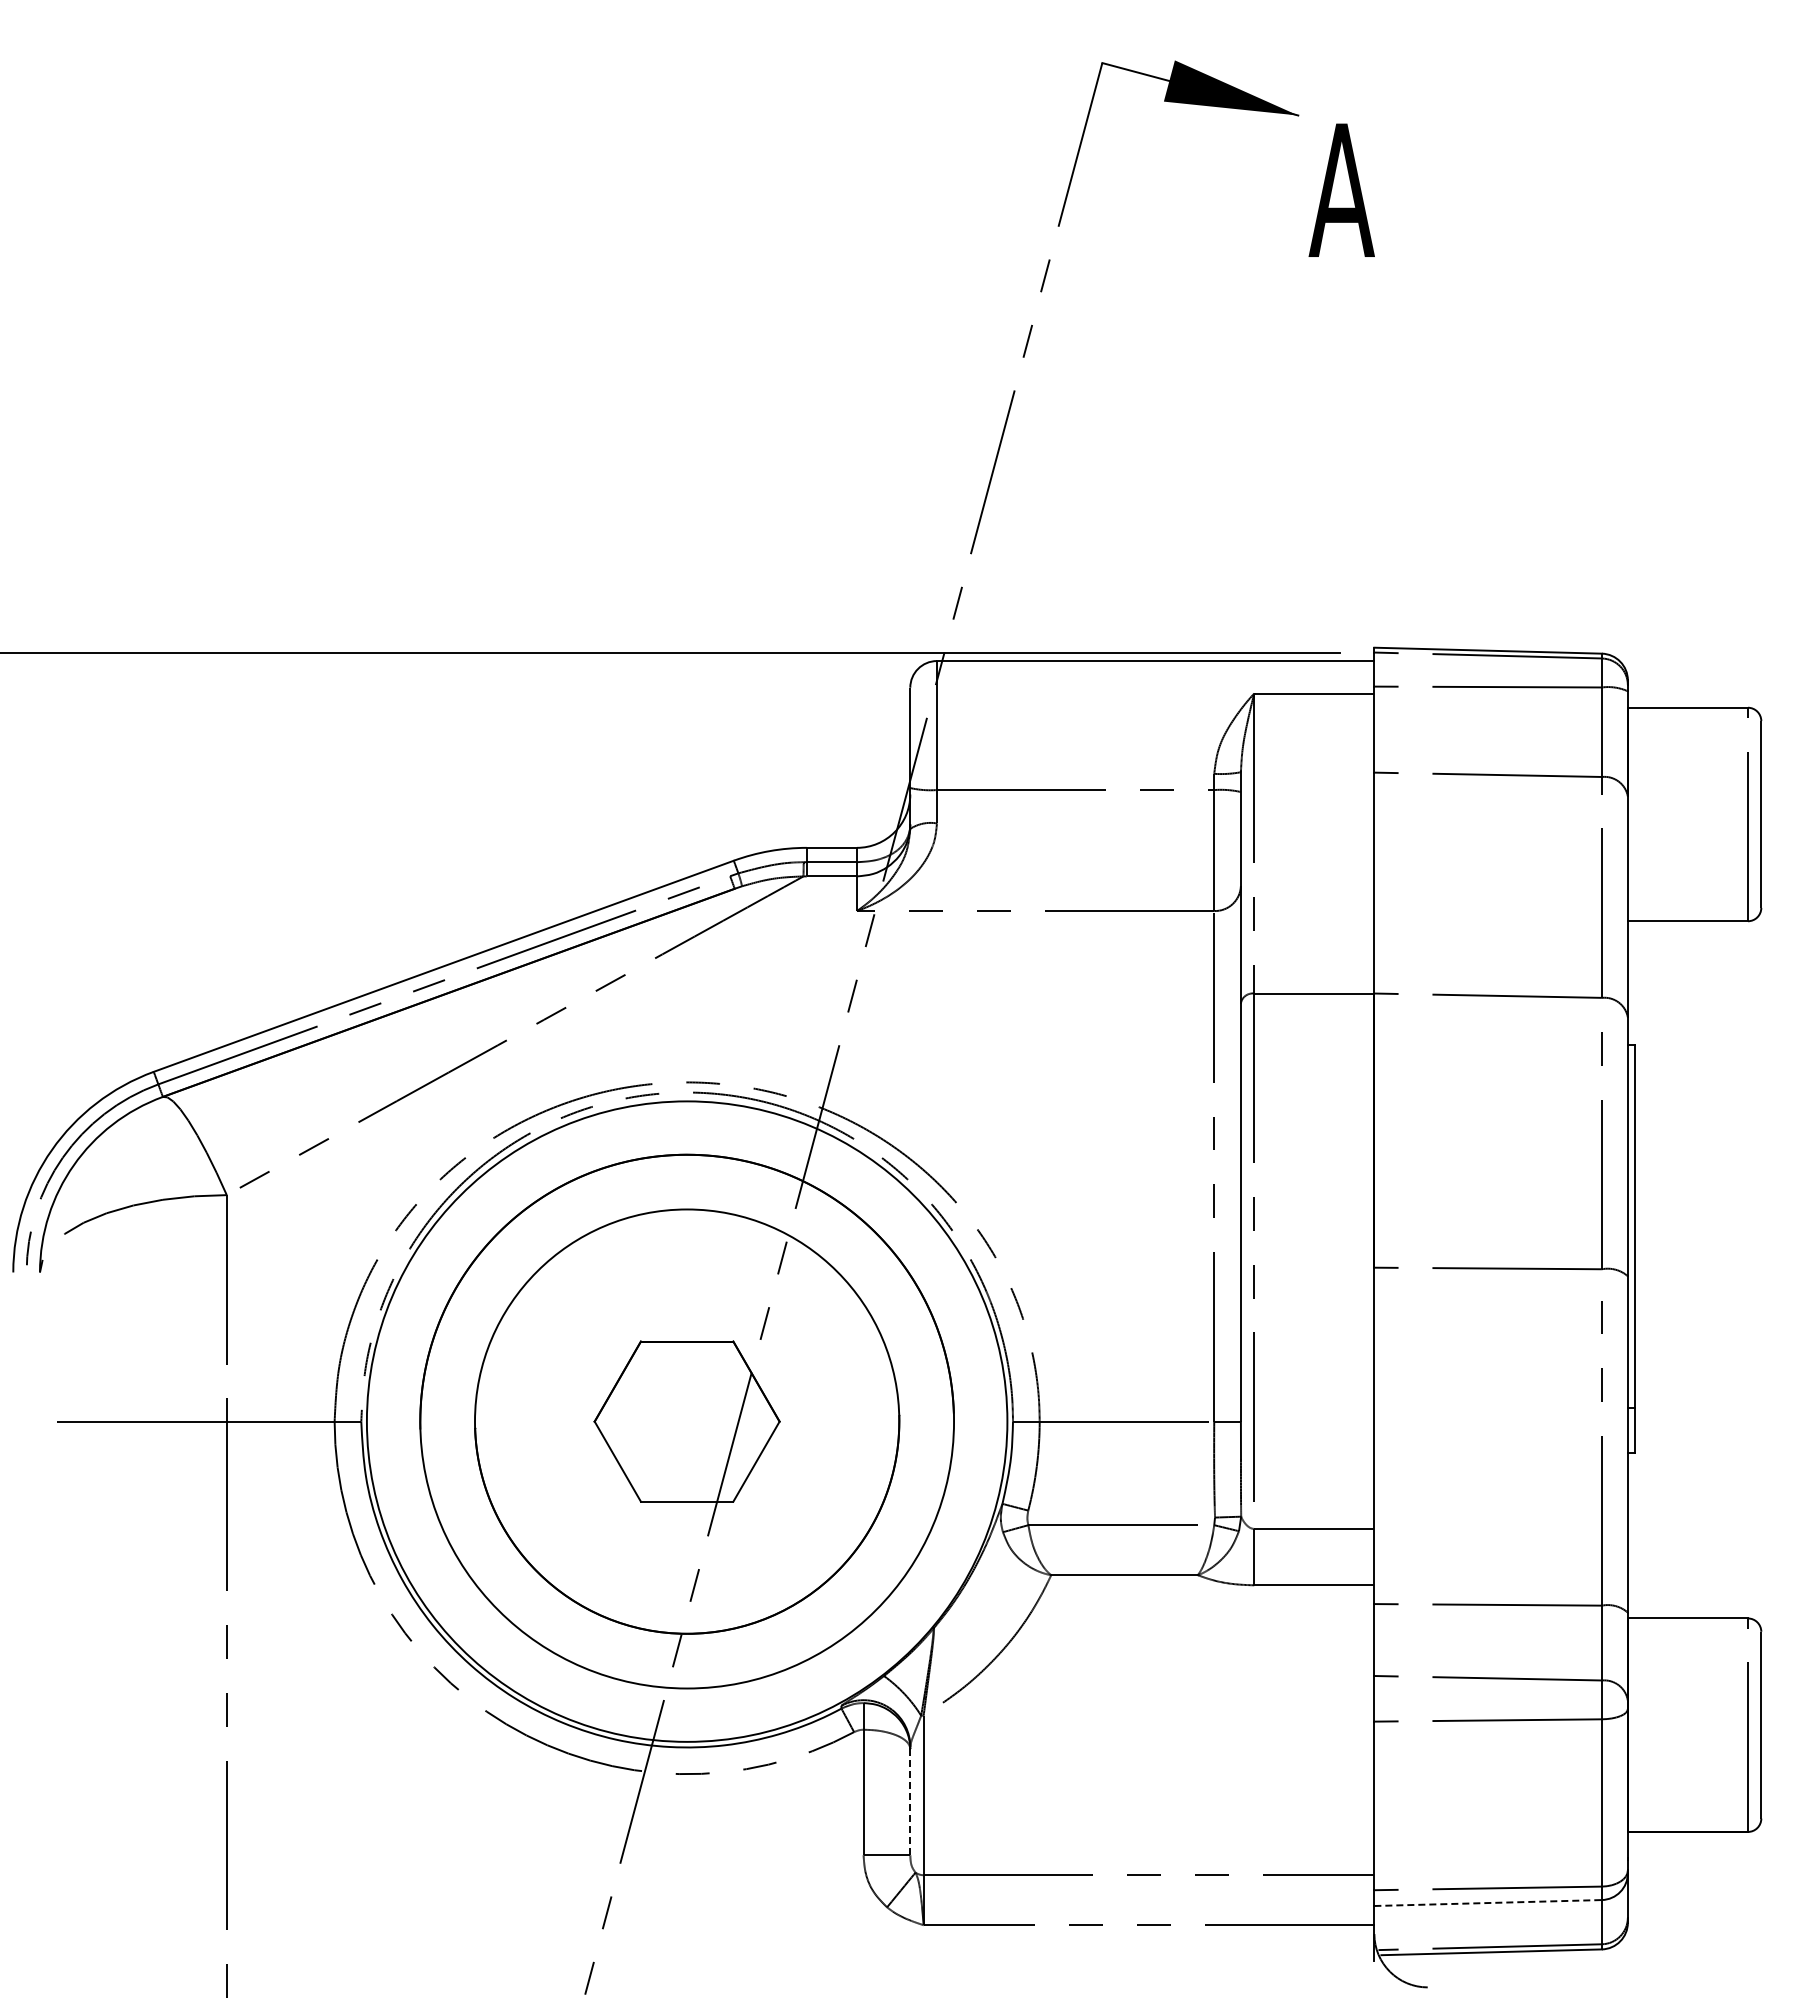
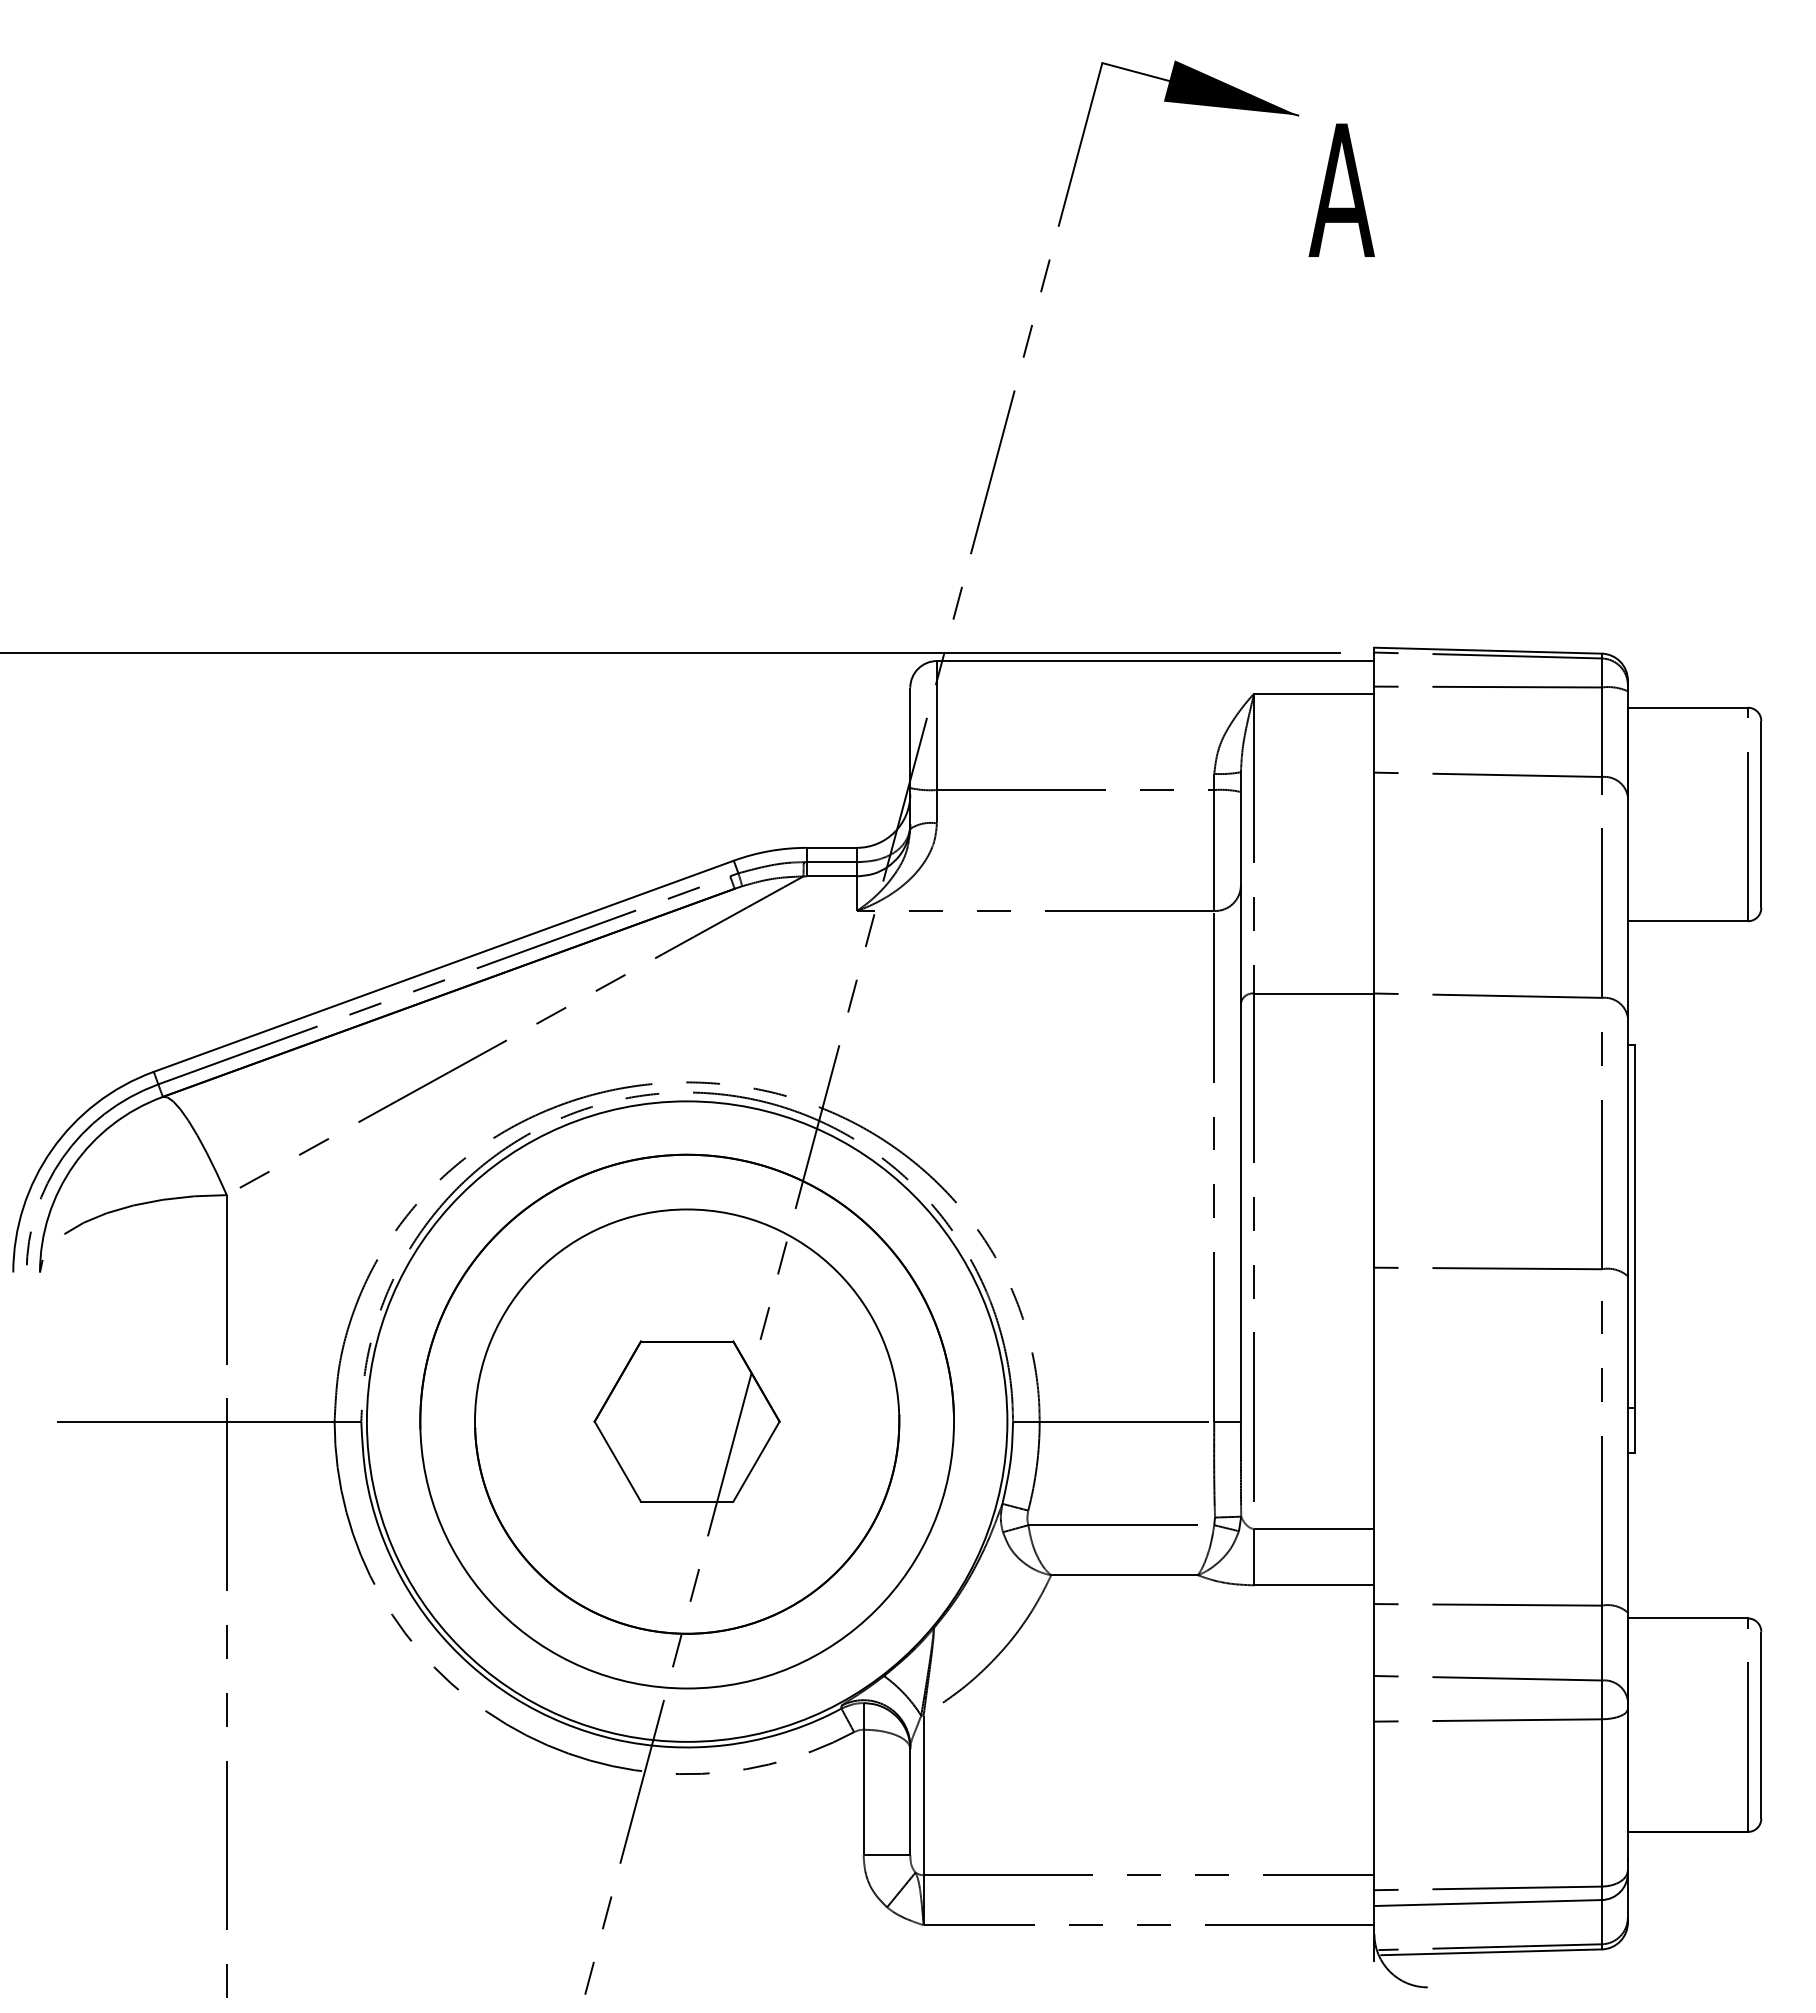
line at (910, 1800): dashed -> solid
line at (1488, 1903): dashed -> solid
